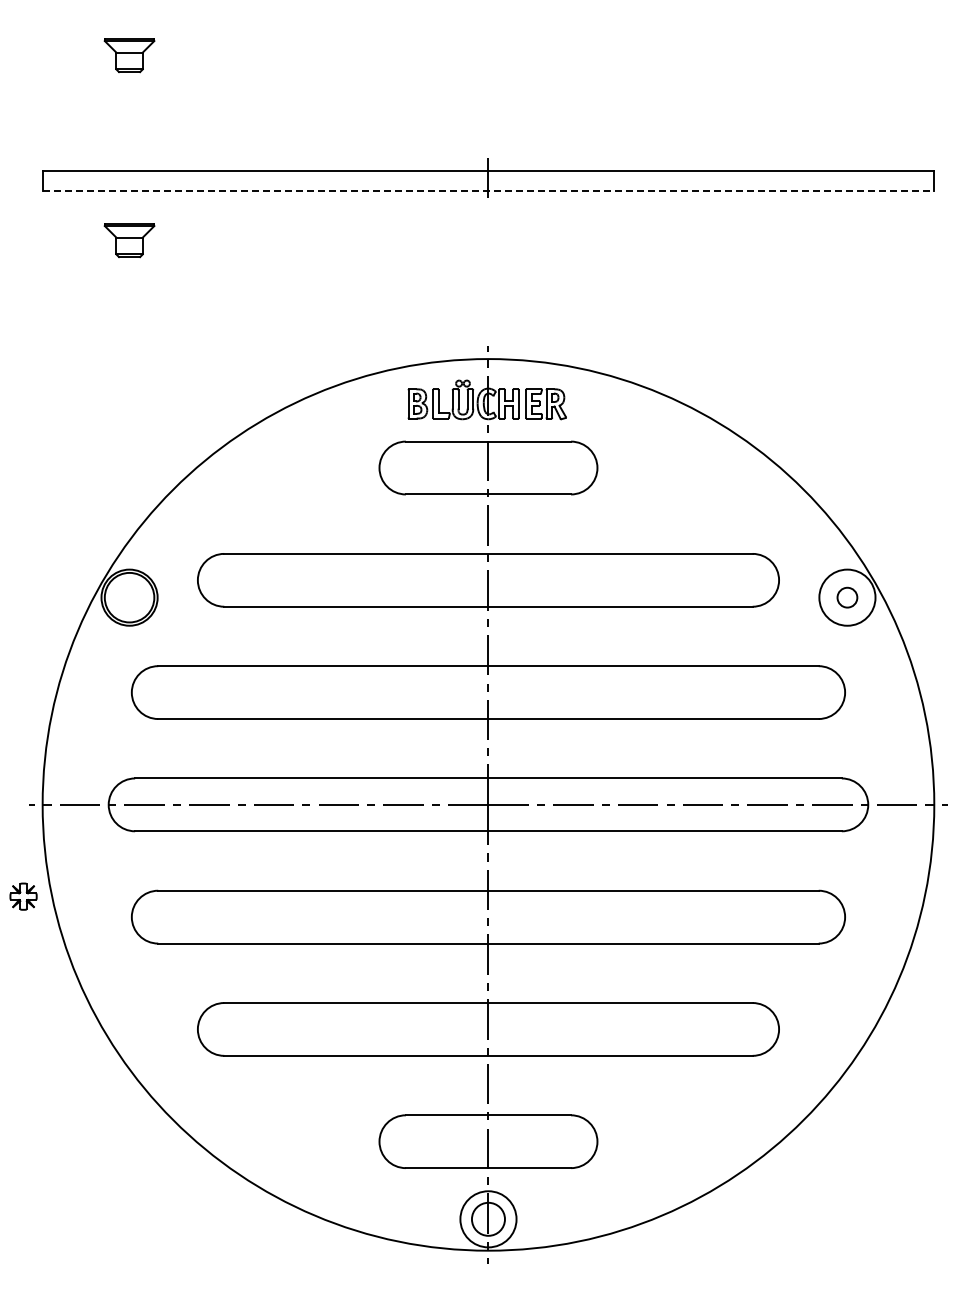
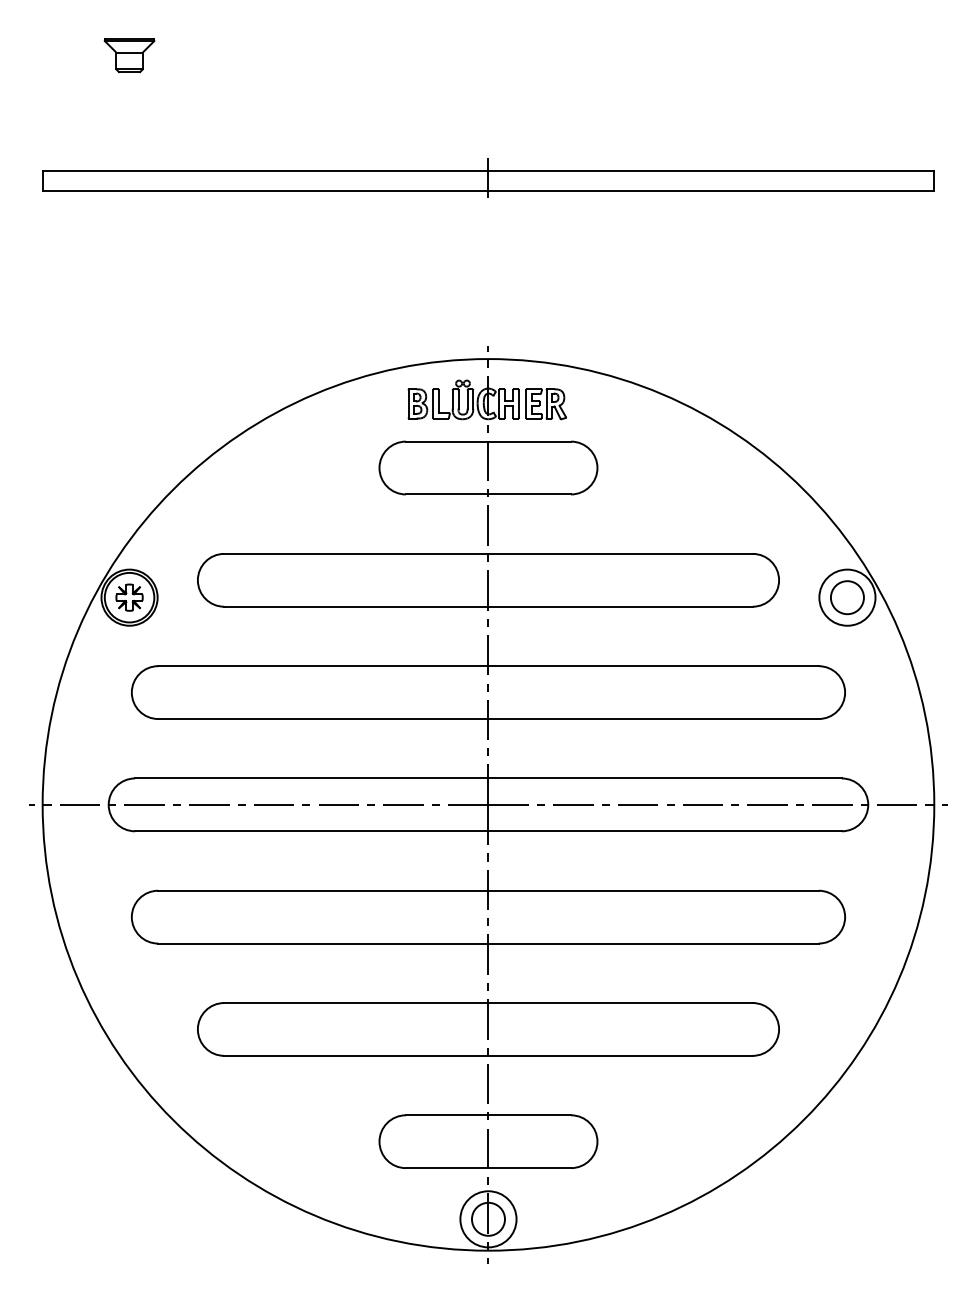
line at (488, 190): dashed -> solid
part at (129, 240): present -> none
circle at (847, 597) diameter: 20 px -> 33 px
part at (23, 896) position: (23, 896) -> (129, 597)
